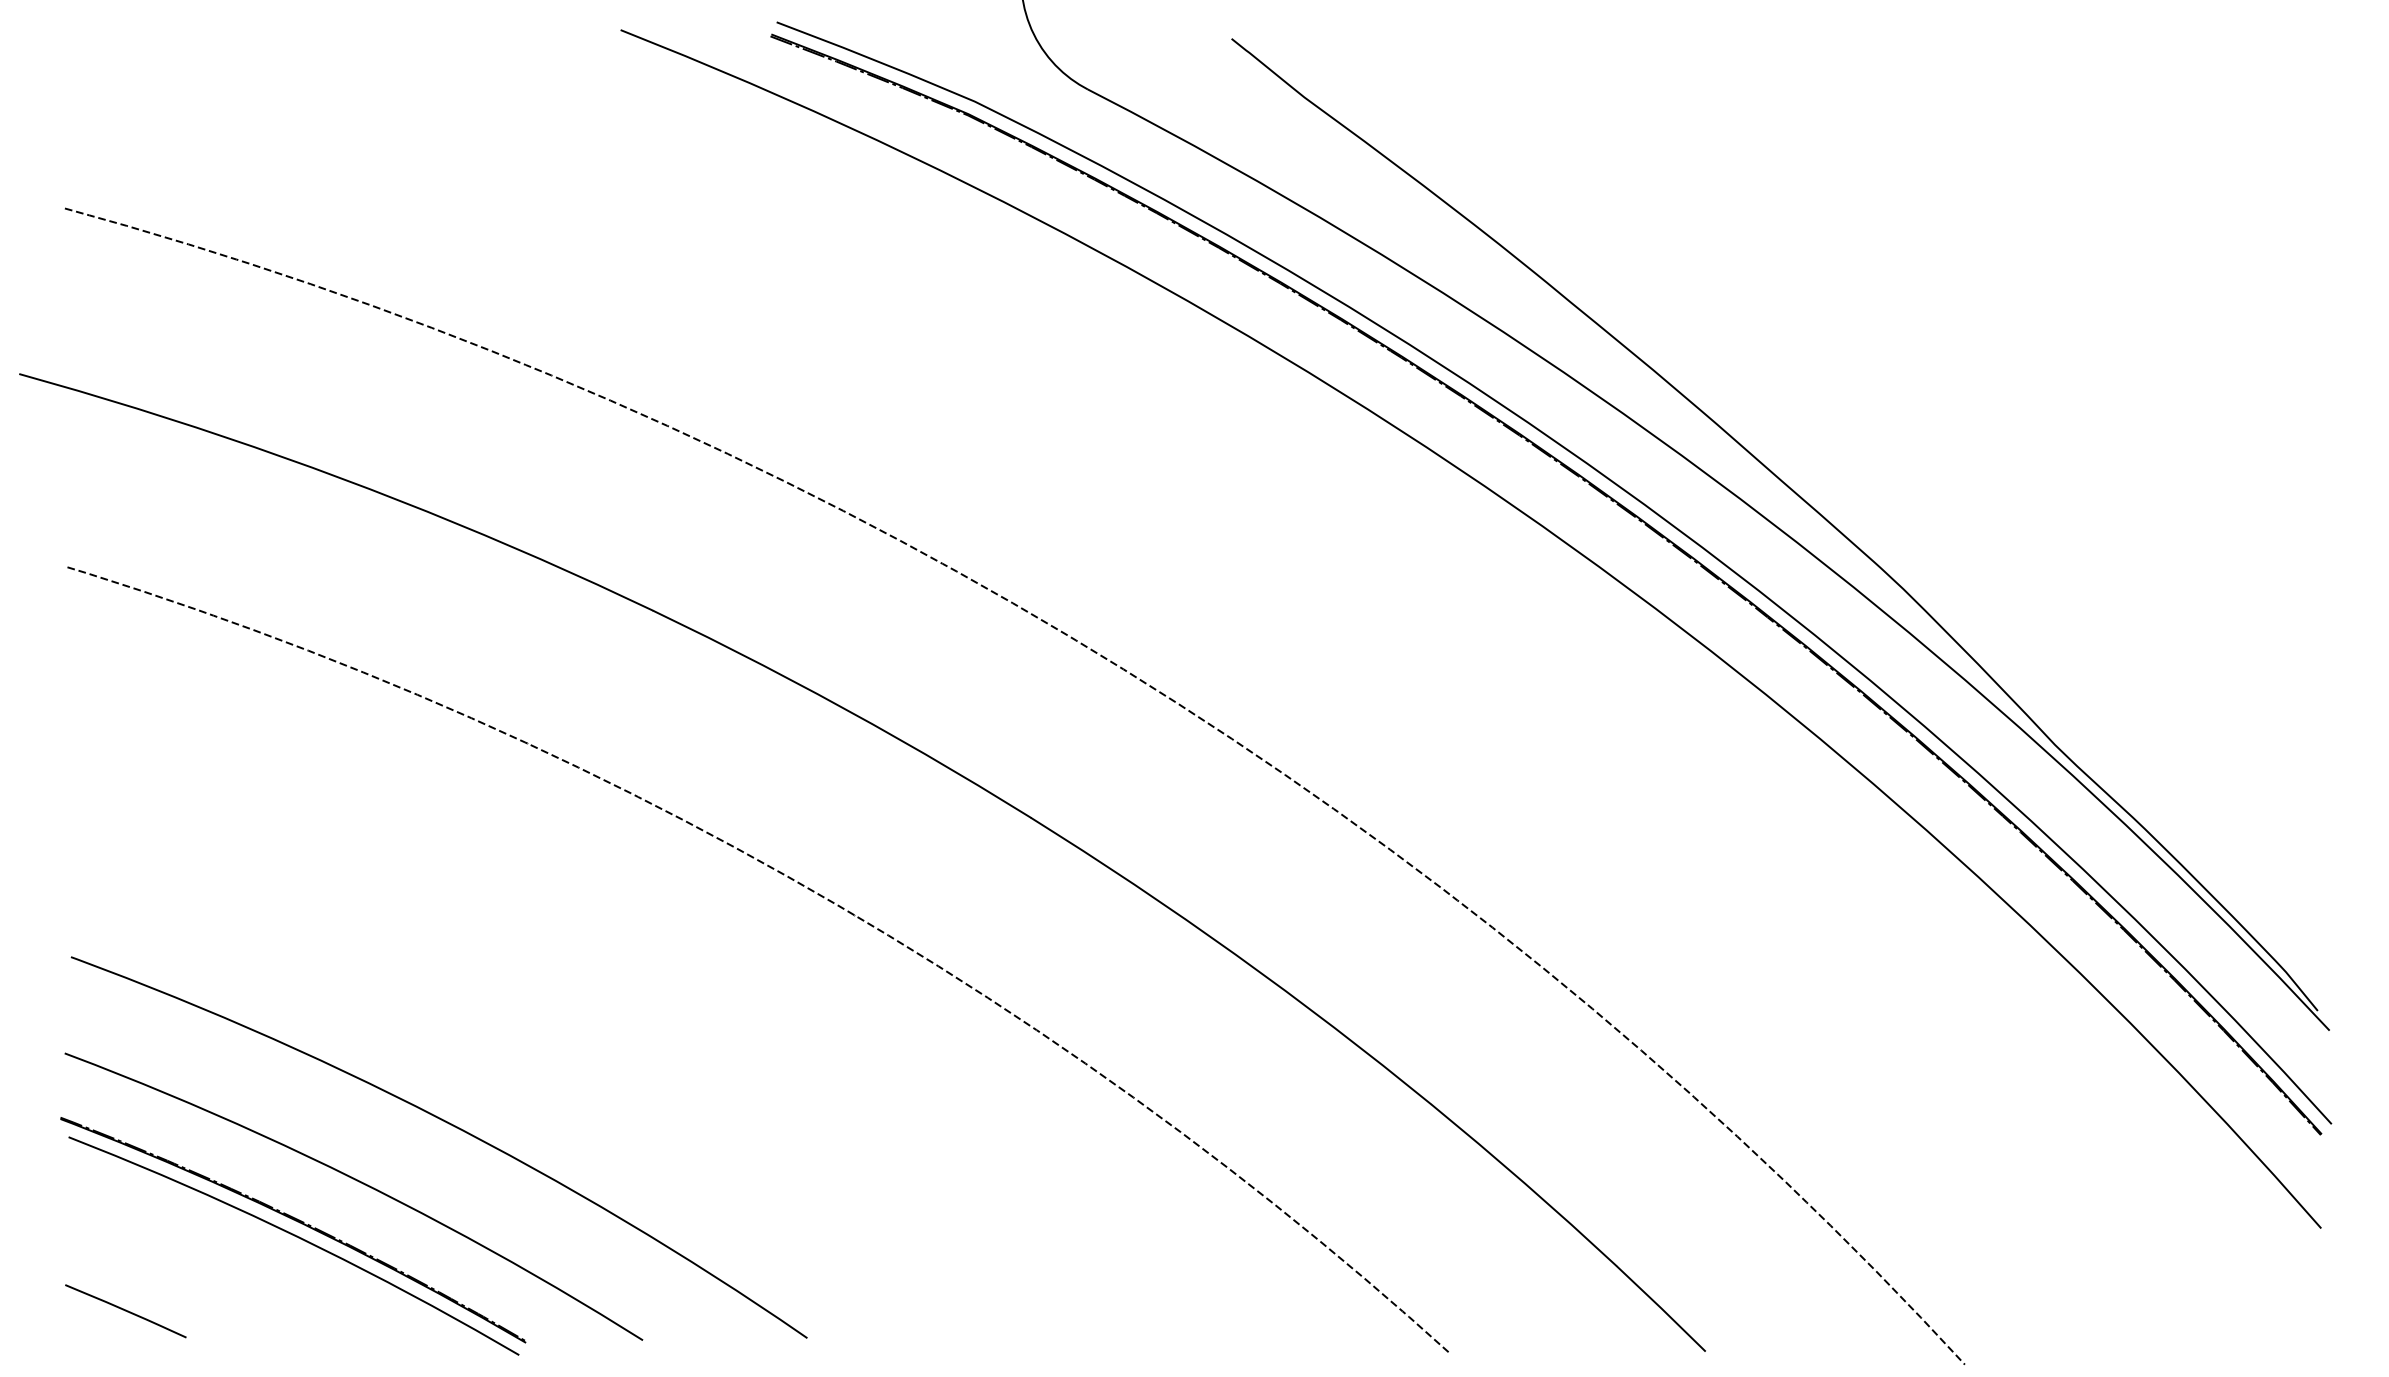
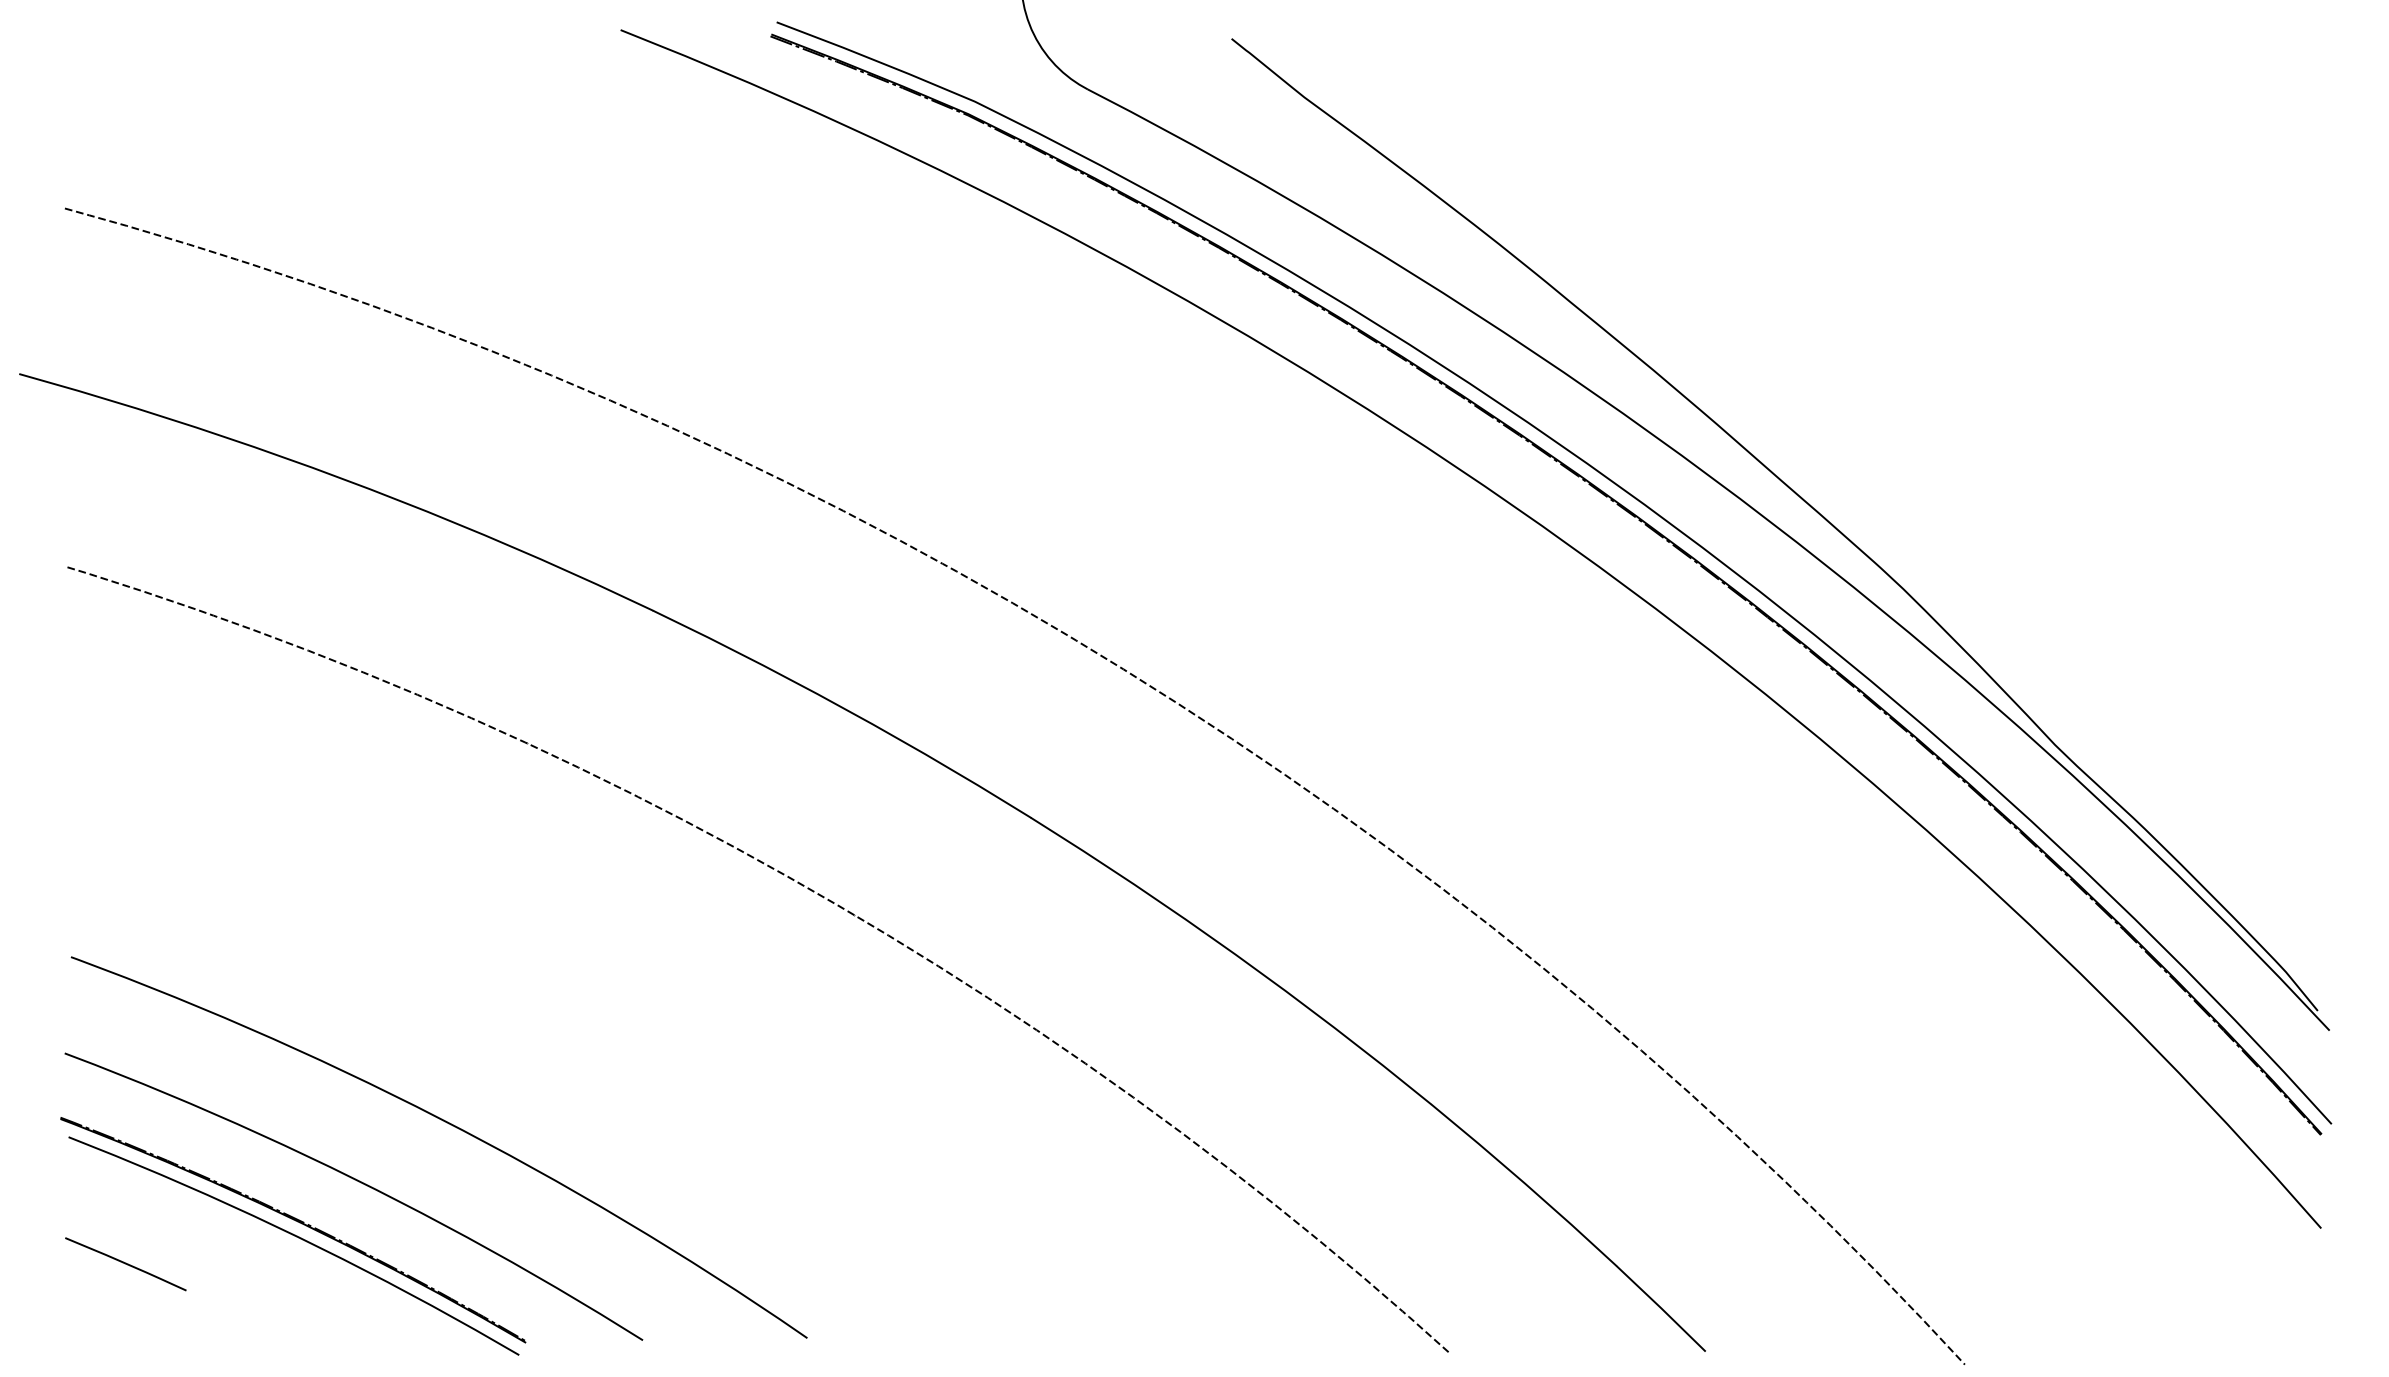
line at (125, 1311) position: (125, 1311) -> (125, 1264)
